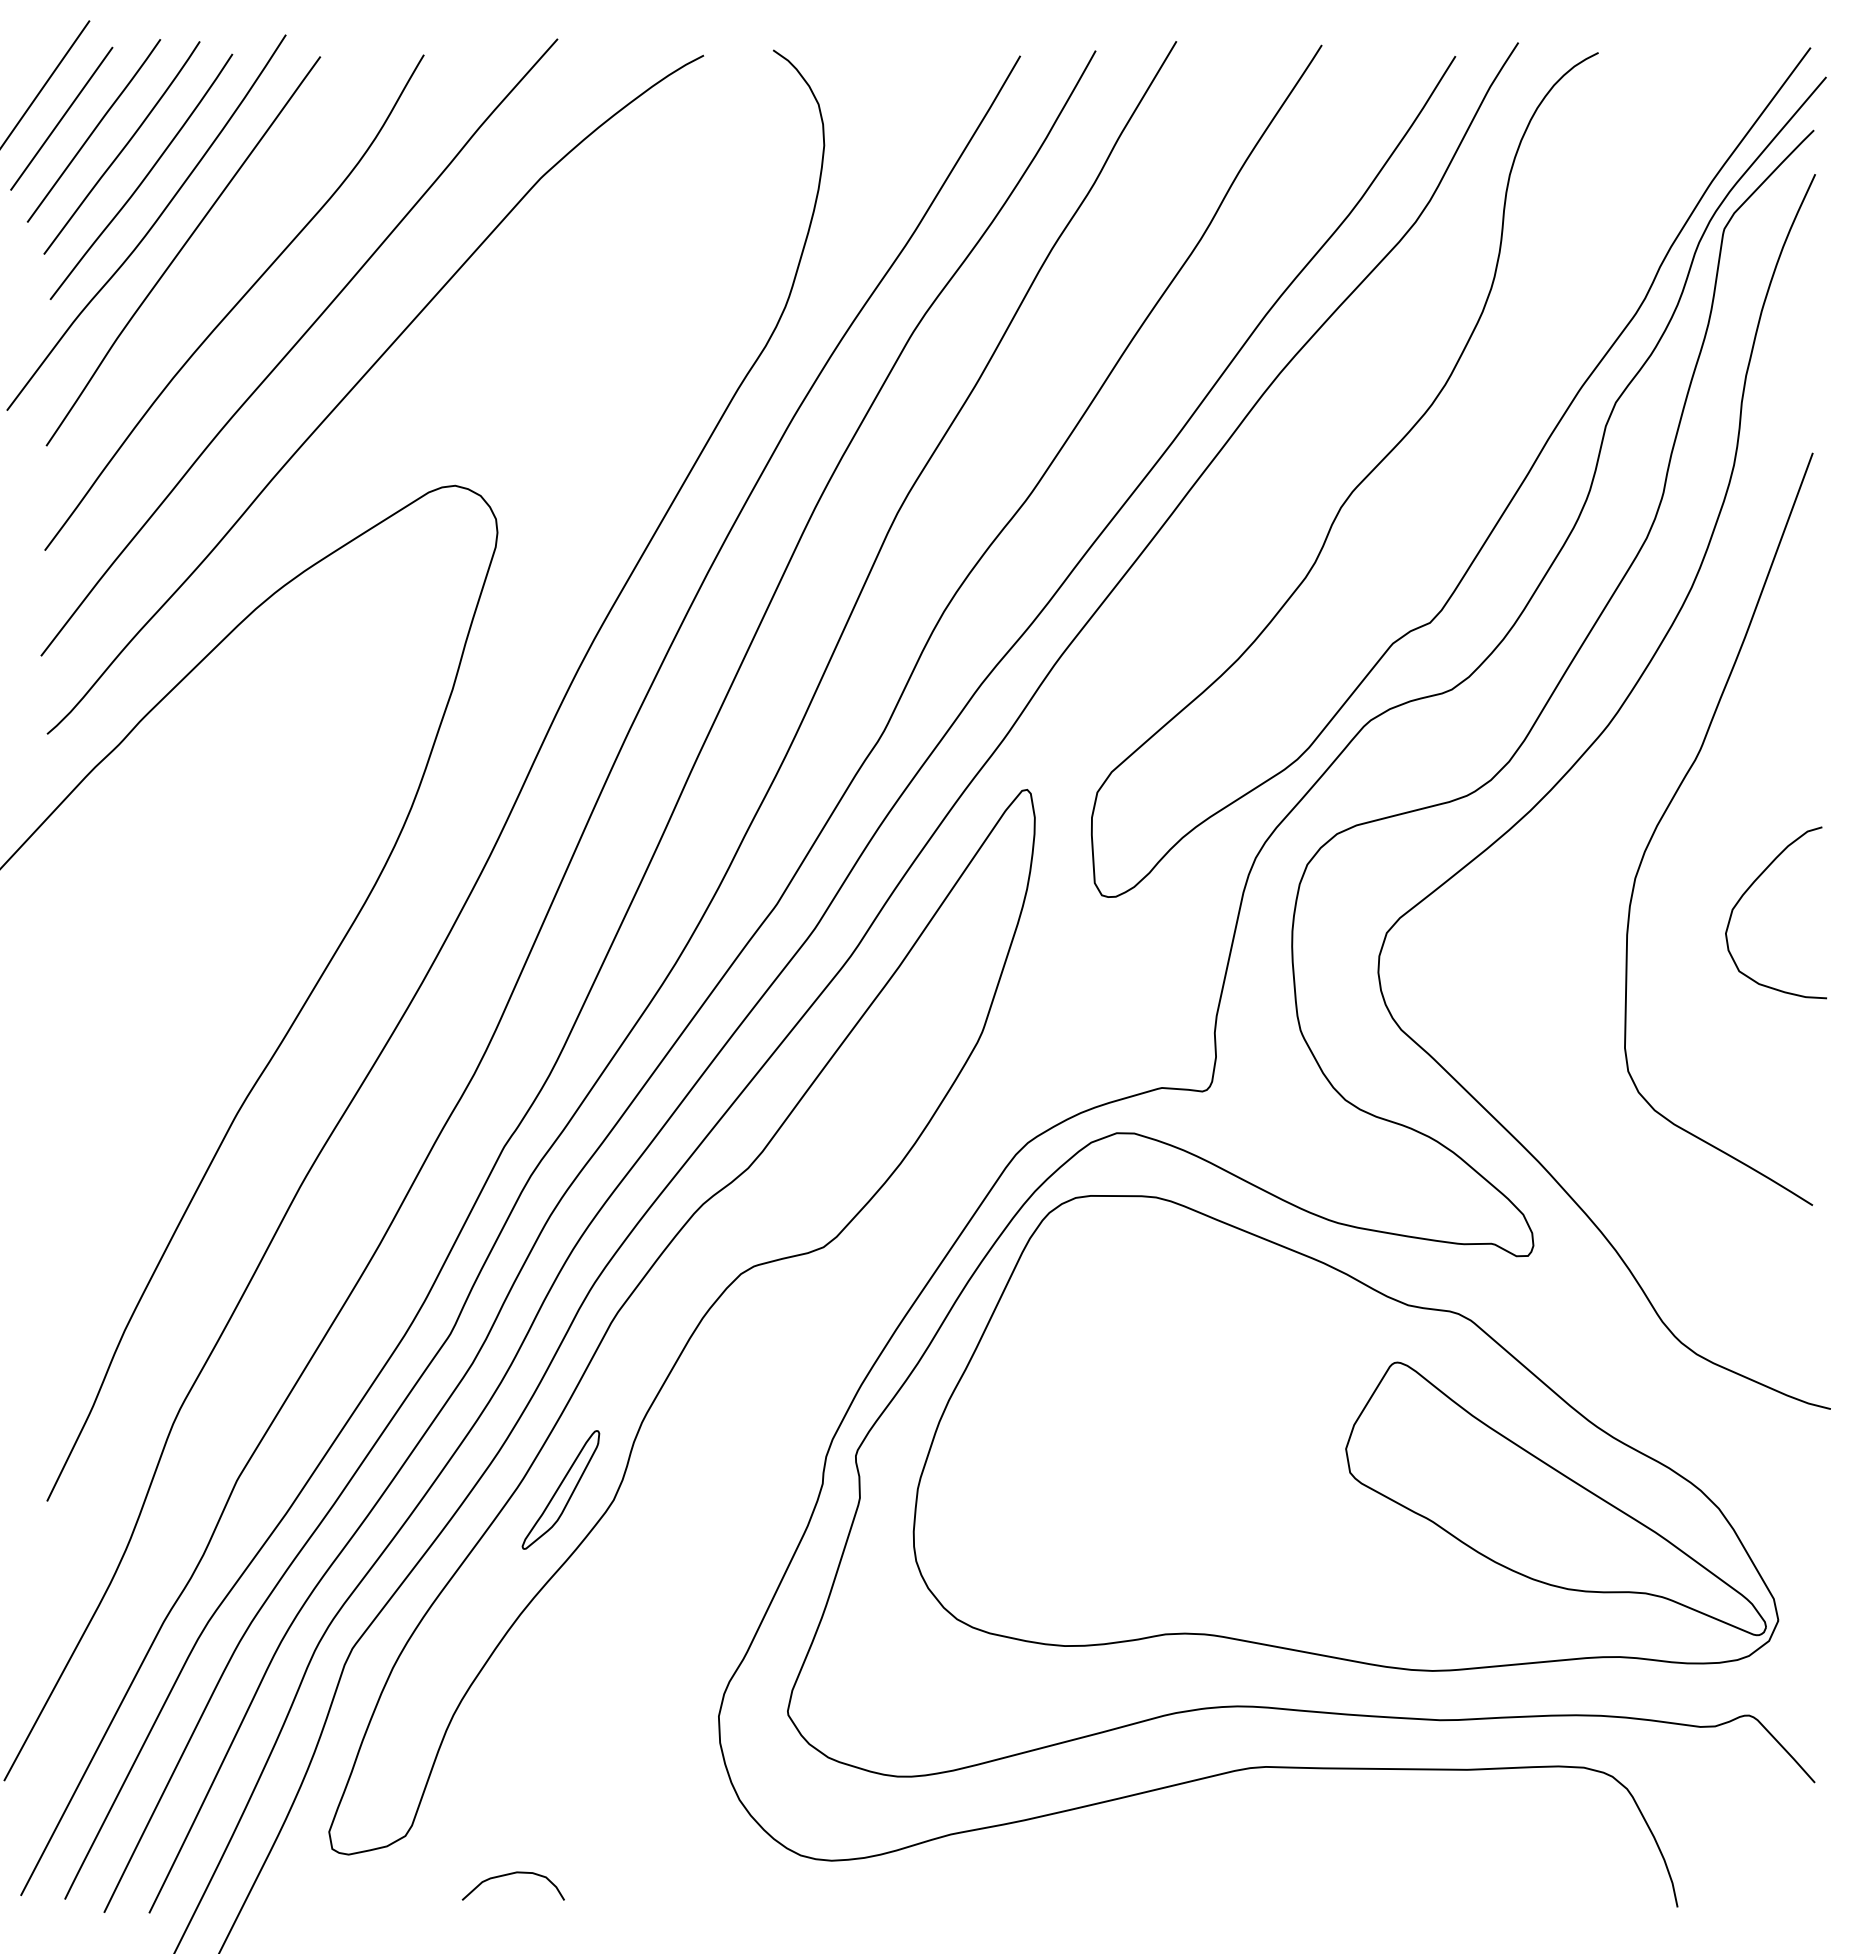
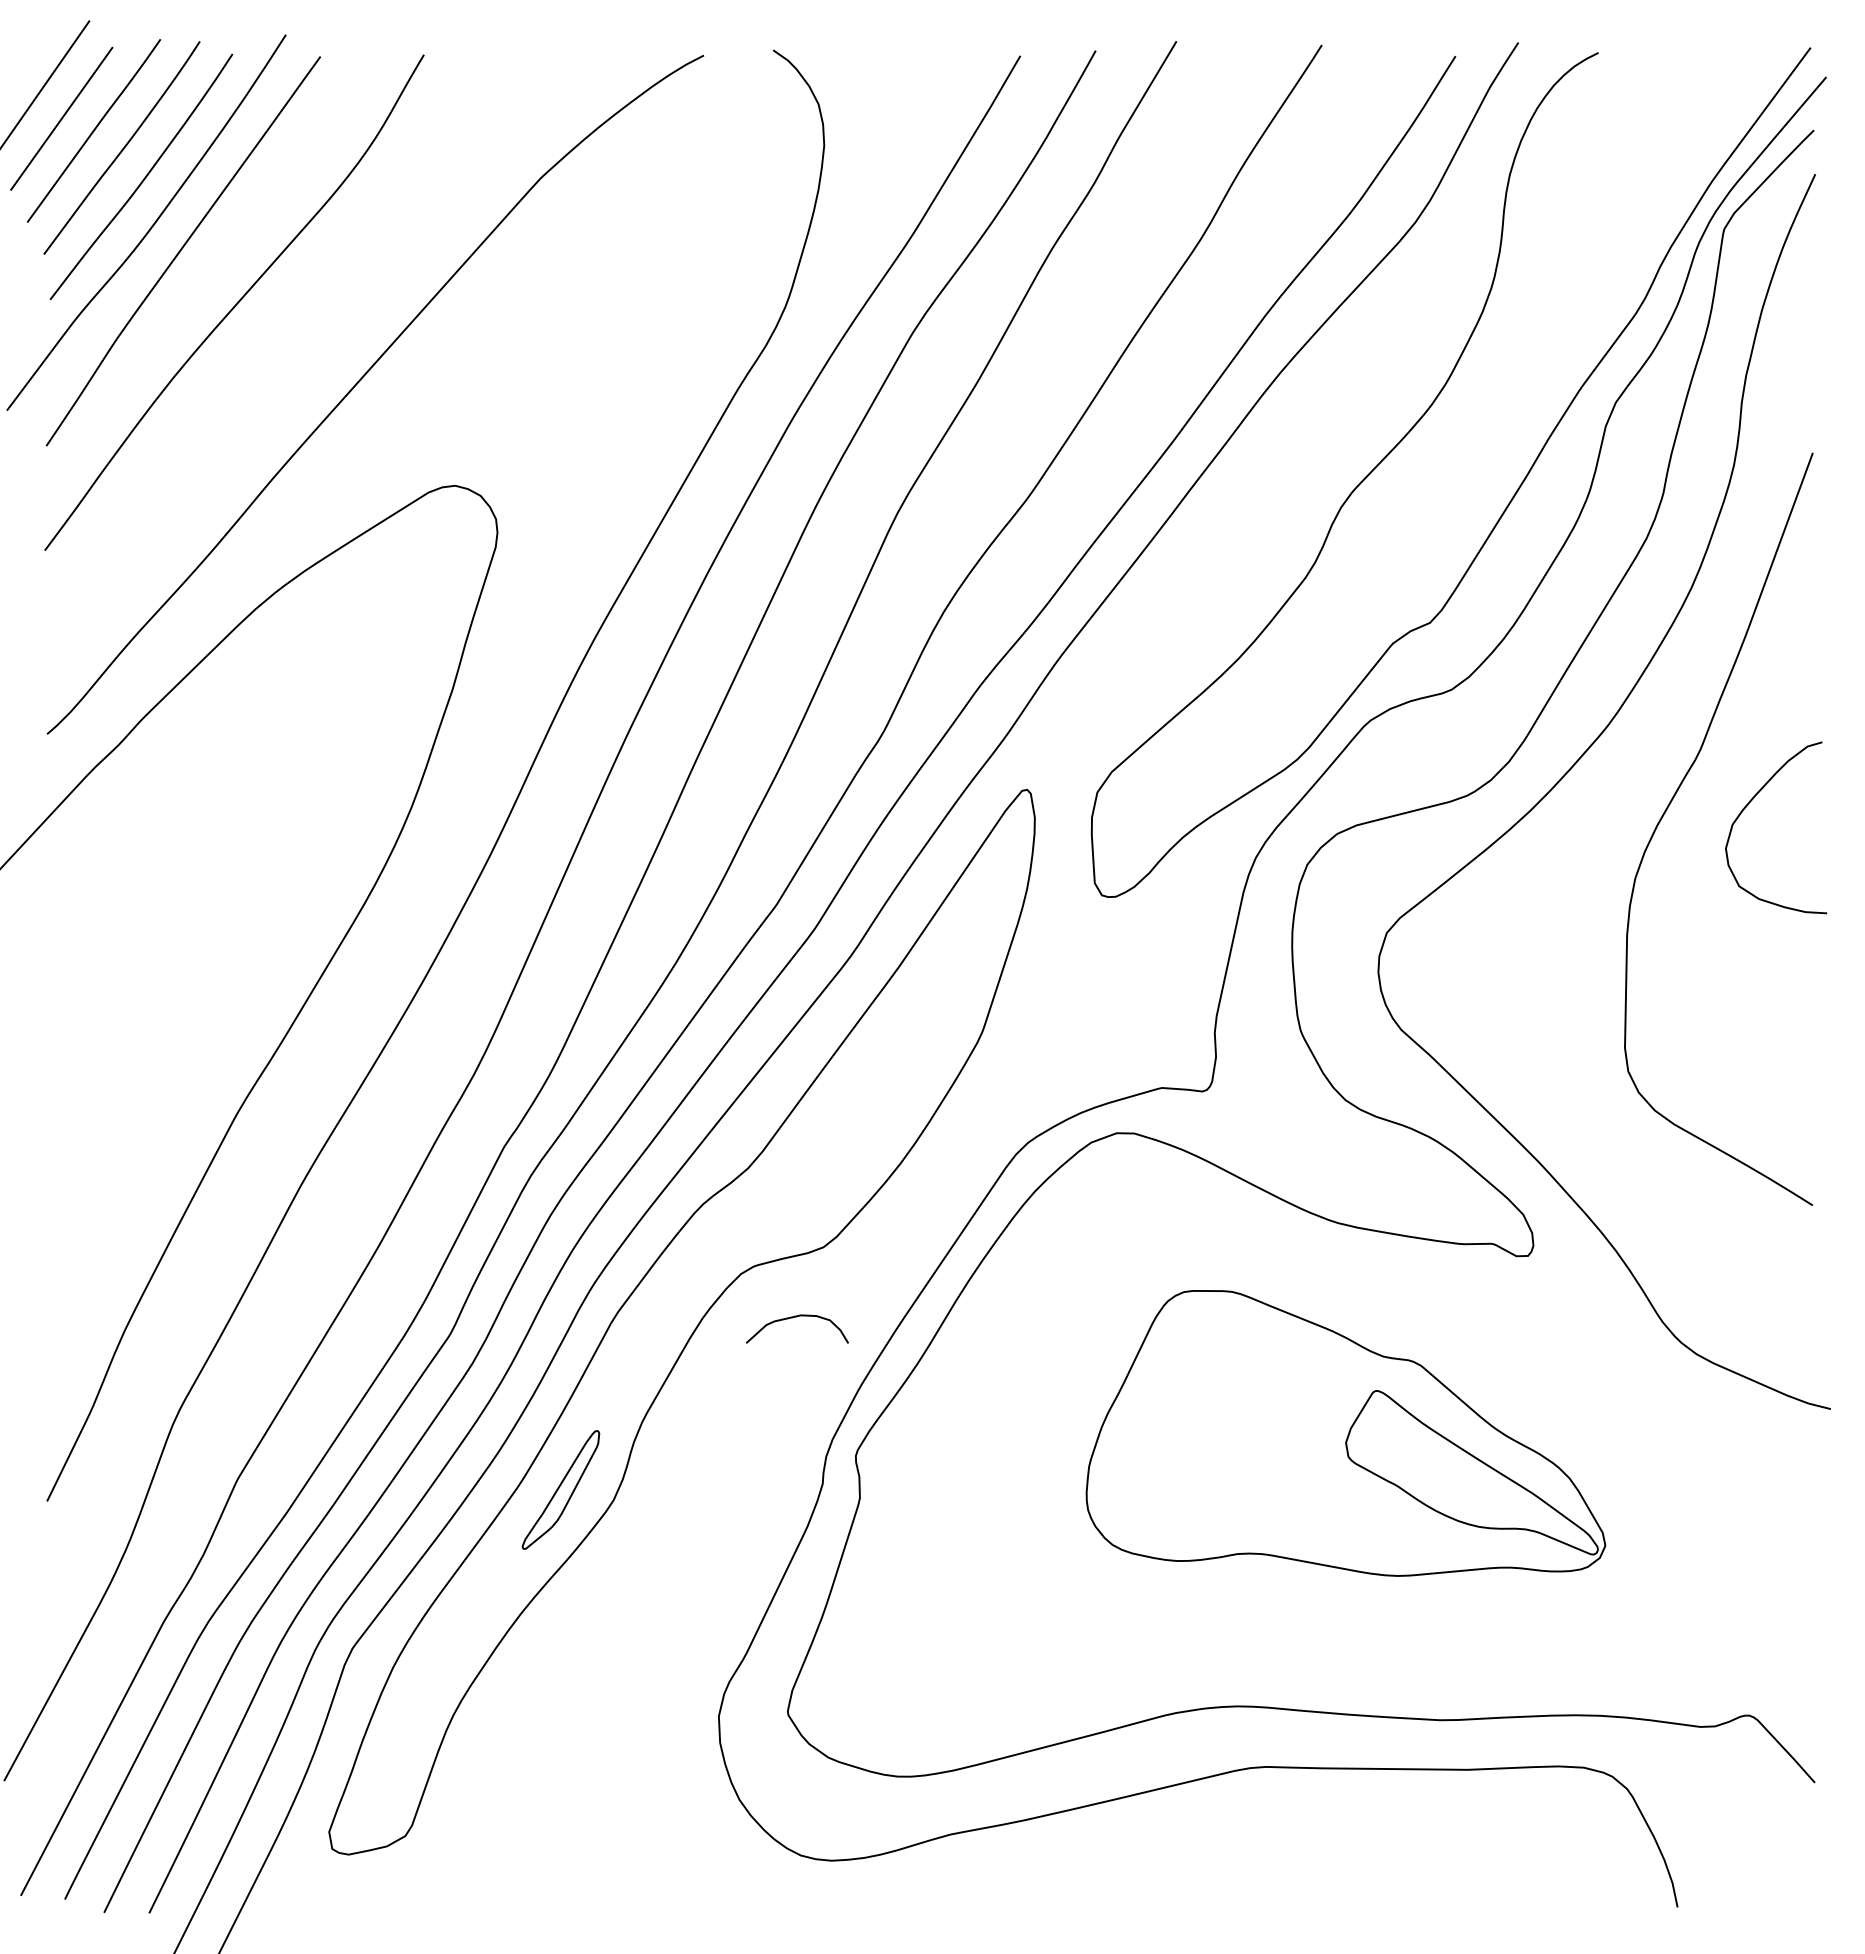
curve at (295, 346): present -> none
curve at (1748, 890) position: (1748, 890) -> (1748, 805)
part at (1345, 1433) size: 868x477 px -> 522x287 px
curve at (508, 1875) position: (508, 1875) -> (792, 1318)
